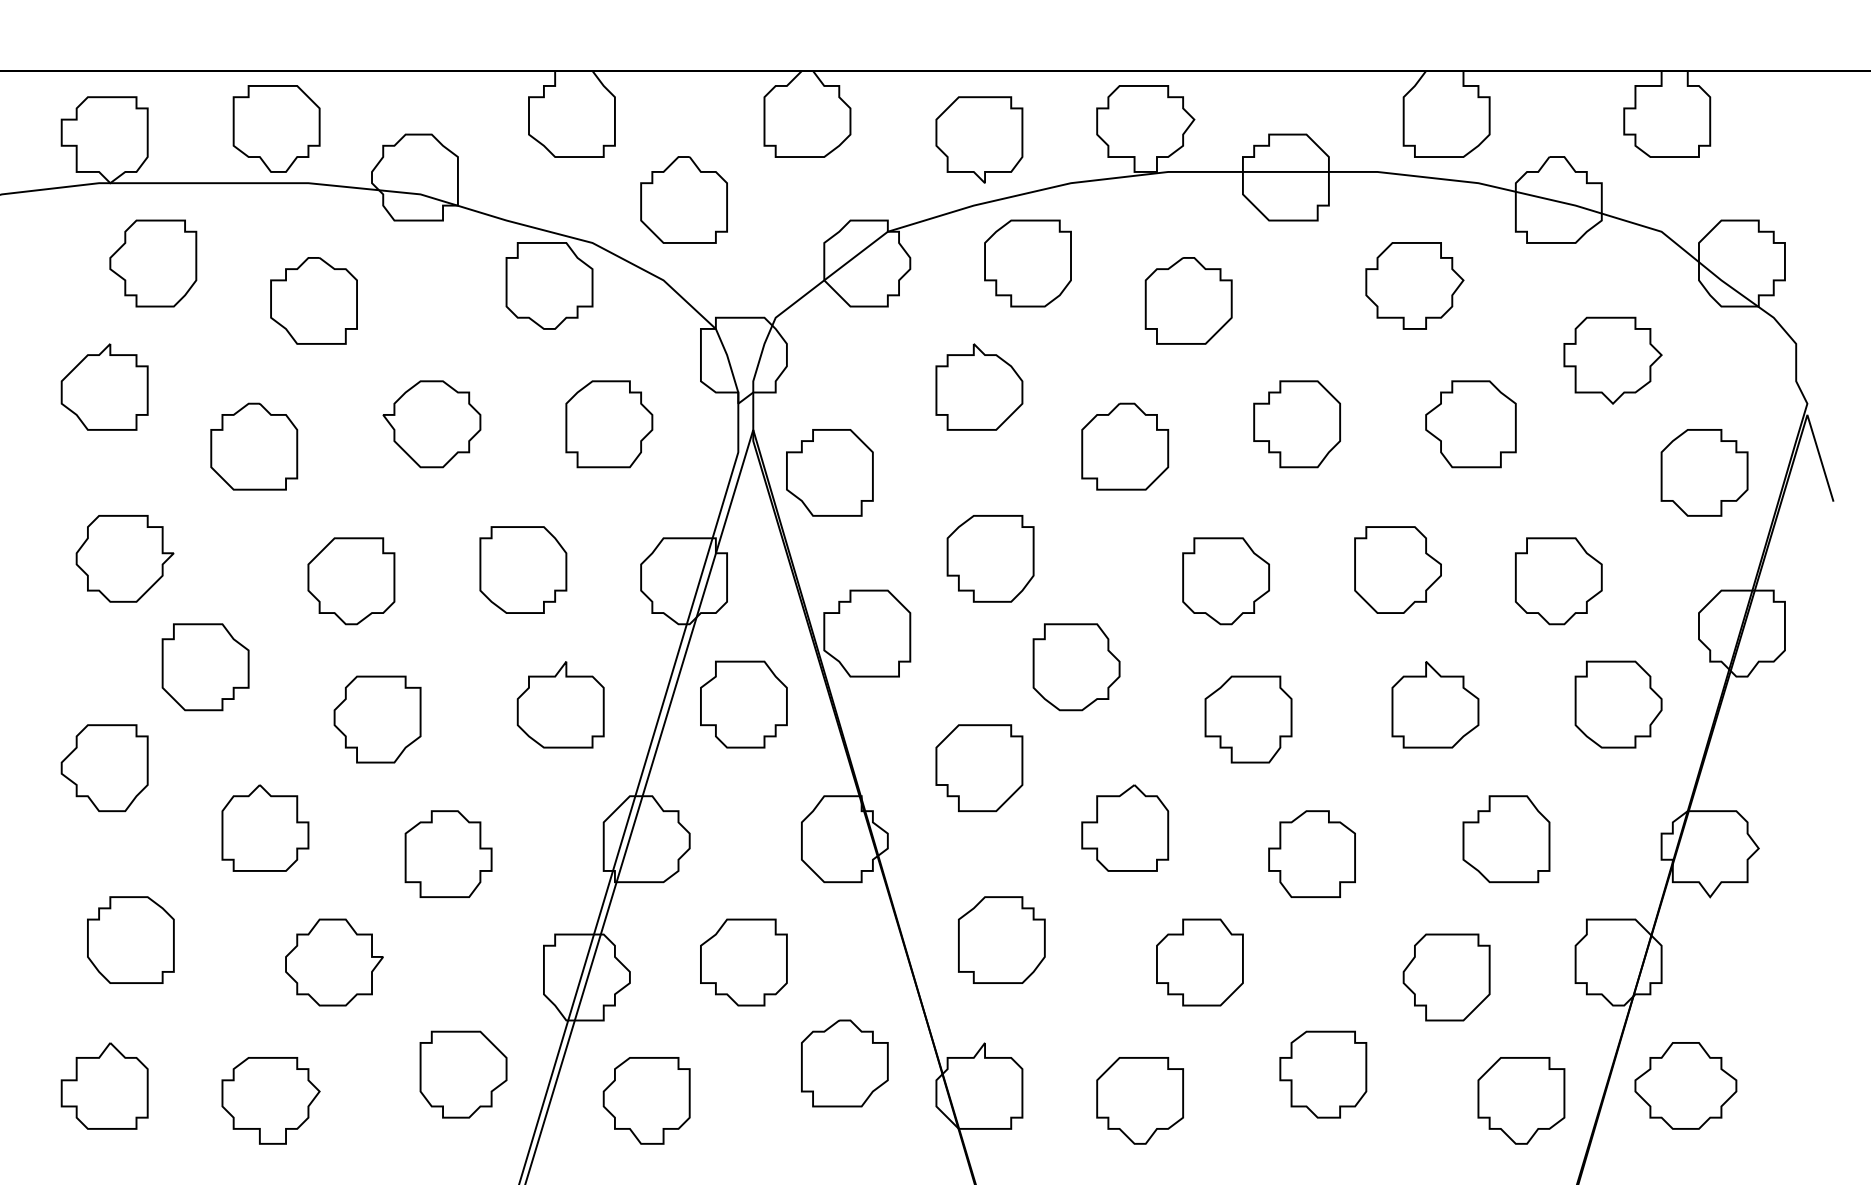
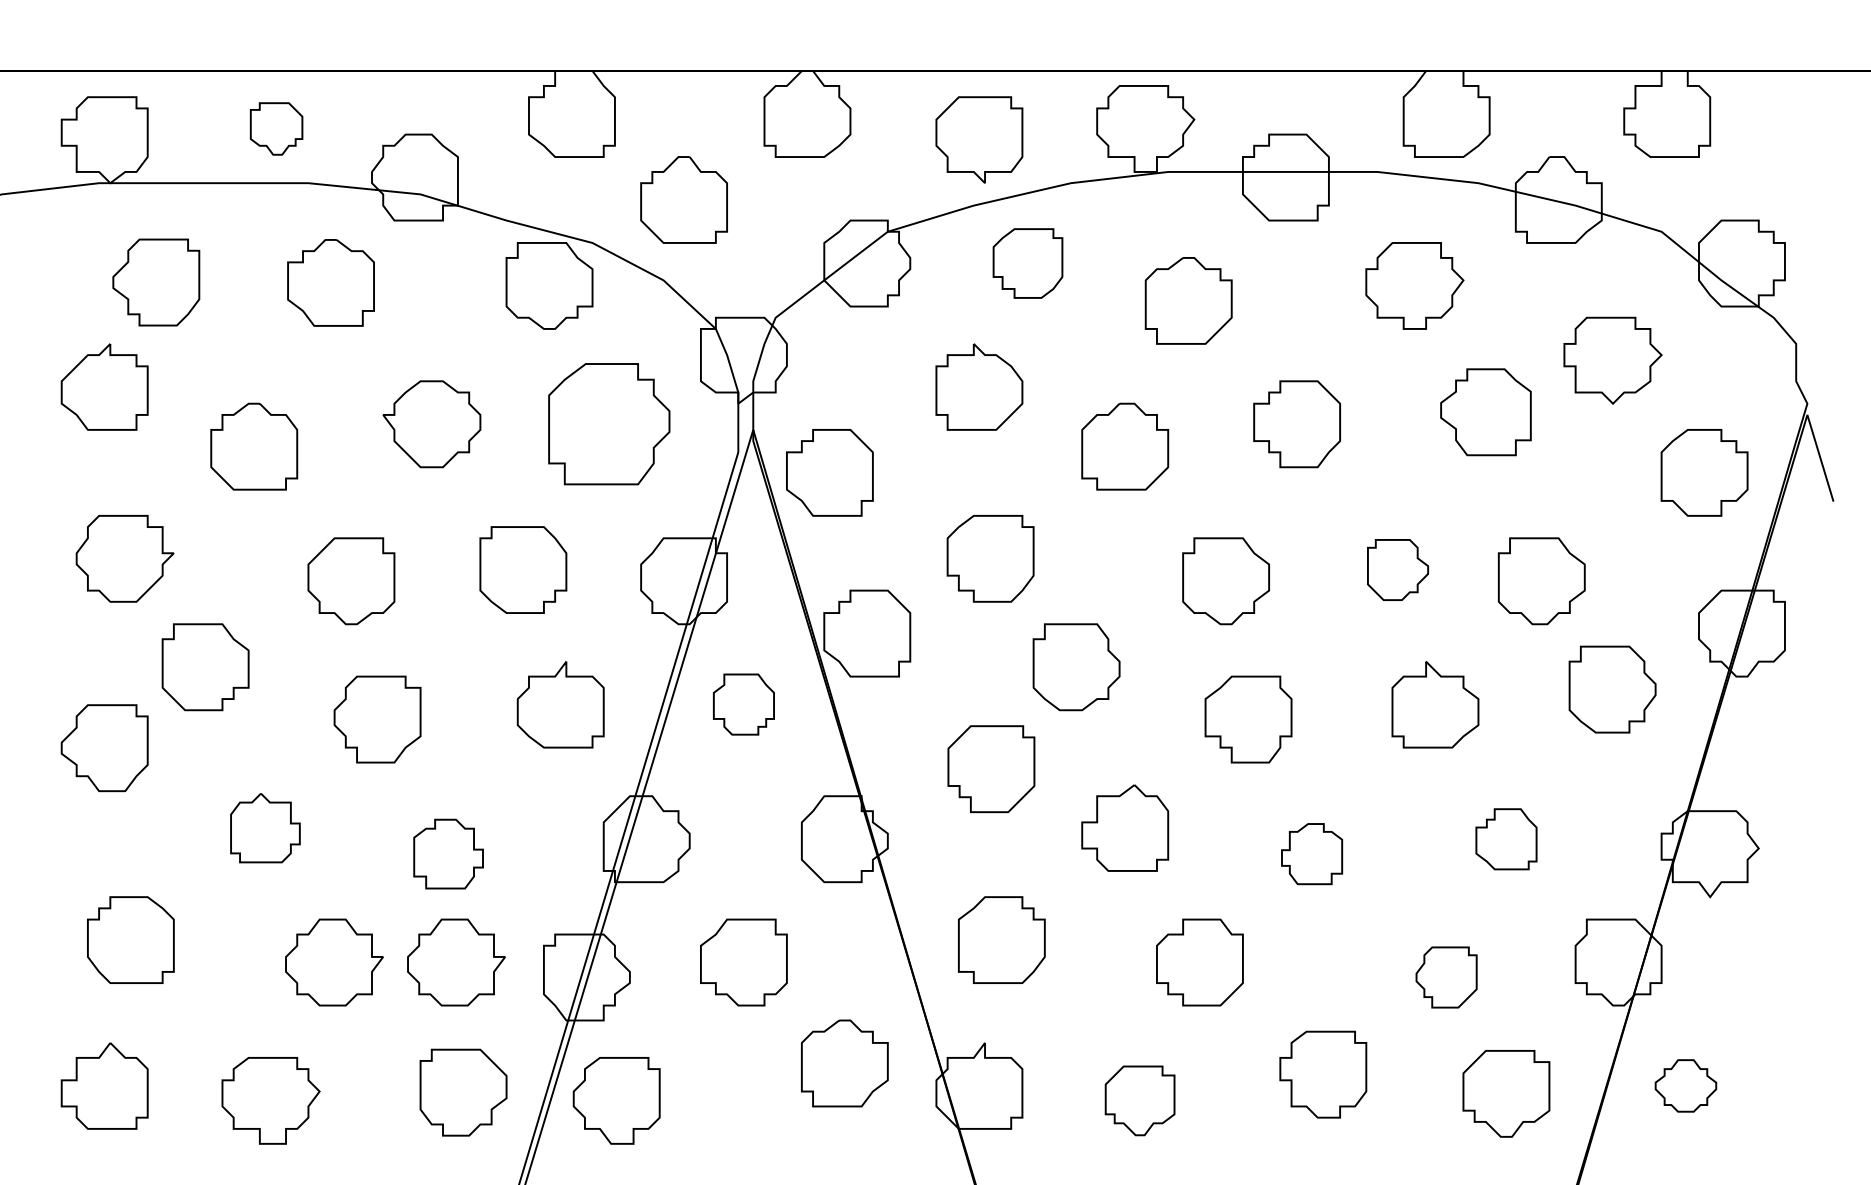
part at (276, 128) size: 89x88 px -> 55x54 px
part at (153, 263) position: (153, 263) -> (156, 282)
part at (1027, 263) size: 88x89 px -> 72x71 px
part at (313, 300) position: (313, 300) -> (330, 282)
part at (609, 424) size: 89x89 px -> 123x123 px
part at (1470, 424) position: (1470, 424) -> (1485, 412)
part at (1397, 569) size: 88x88 px -> 62x62 px
part at (1558, 581) position: (1558, 581) -> (1541, 581)
part at (743, 704) size: 88x89 px -> 62x63 px
part at (1618, 704) position: (1618, 704) -> (1612, 689)
part at (104, 768) position: (104, 768) -> (104, 748)
part at (979, 768) position: (979, 768) -> (991, 769)
part at (265, 827) size: 89x88 px -> 71x71 px
part at (1506, 839) size: 89x89 px -> 63x63 px
part at (448, 853) size: 89x88 px -> 71x72 px
part at (1311, 853) size: 88x88 px -> 63x63 px
part at (456, 962): none -> present
part at (1446, 977) size: 89x89 px -> 63x63 px
part at (463, 1074) position: (463, 1074) -> (463, 1092)
part at (1685, 1085) size: 104x88 px -> 64x54 px
part at (646, 1100) position: (646, 1100) -> (616, 1100)
part at (1139, 1100) size: 88x88 px -> 72x72 px
part at (1521, 1100) position: (1521, 1100) -> (1506, 1093)
